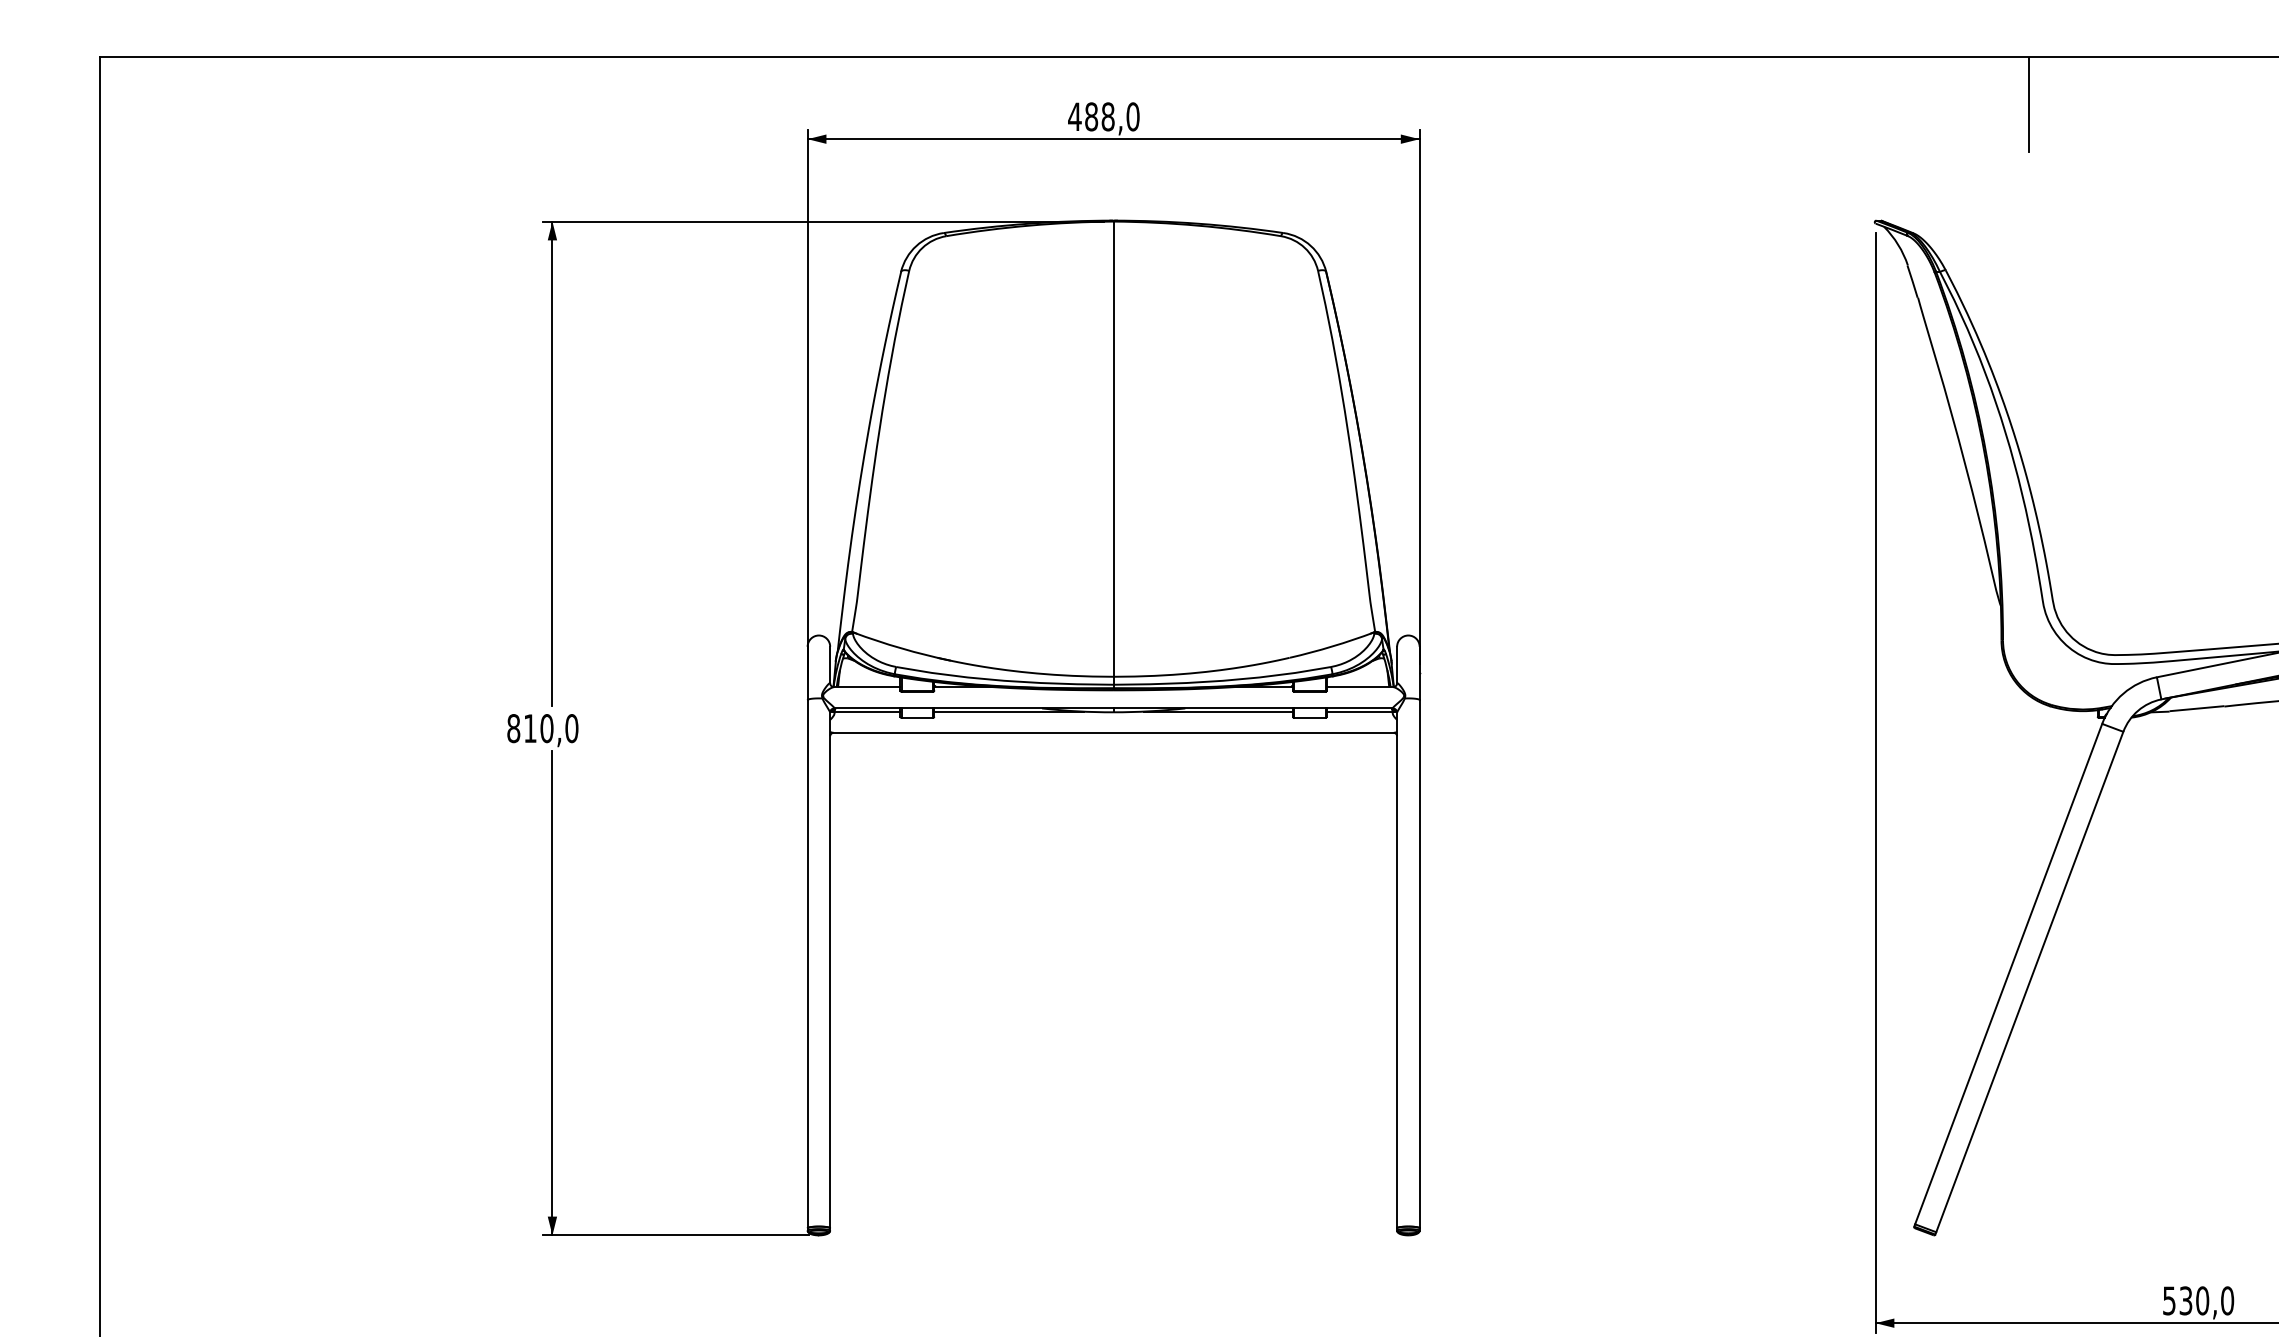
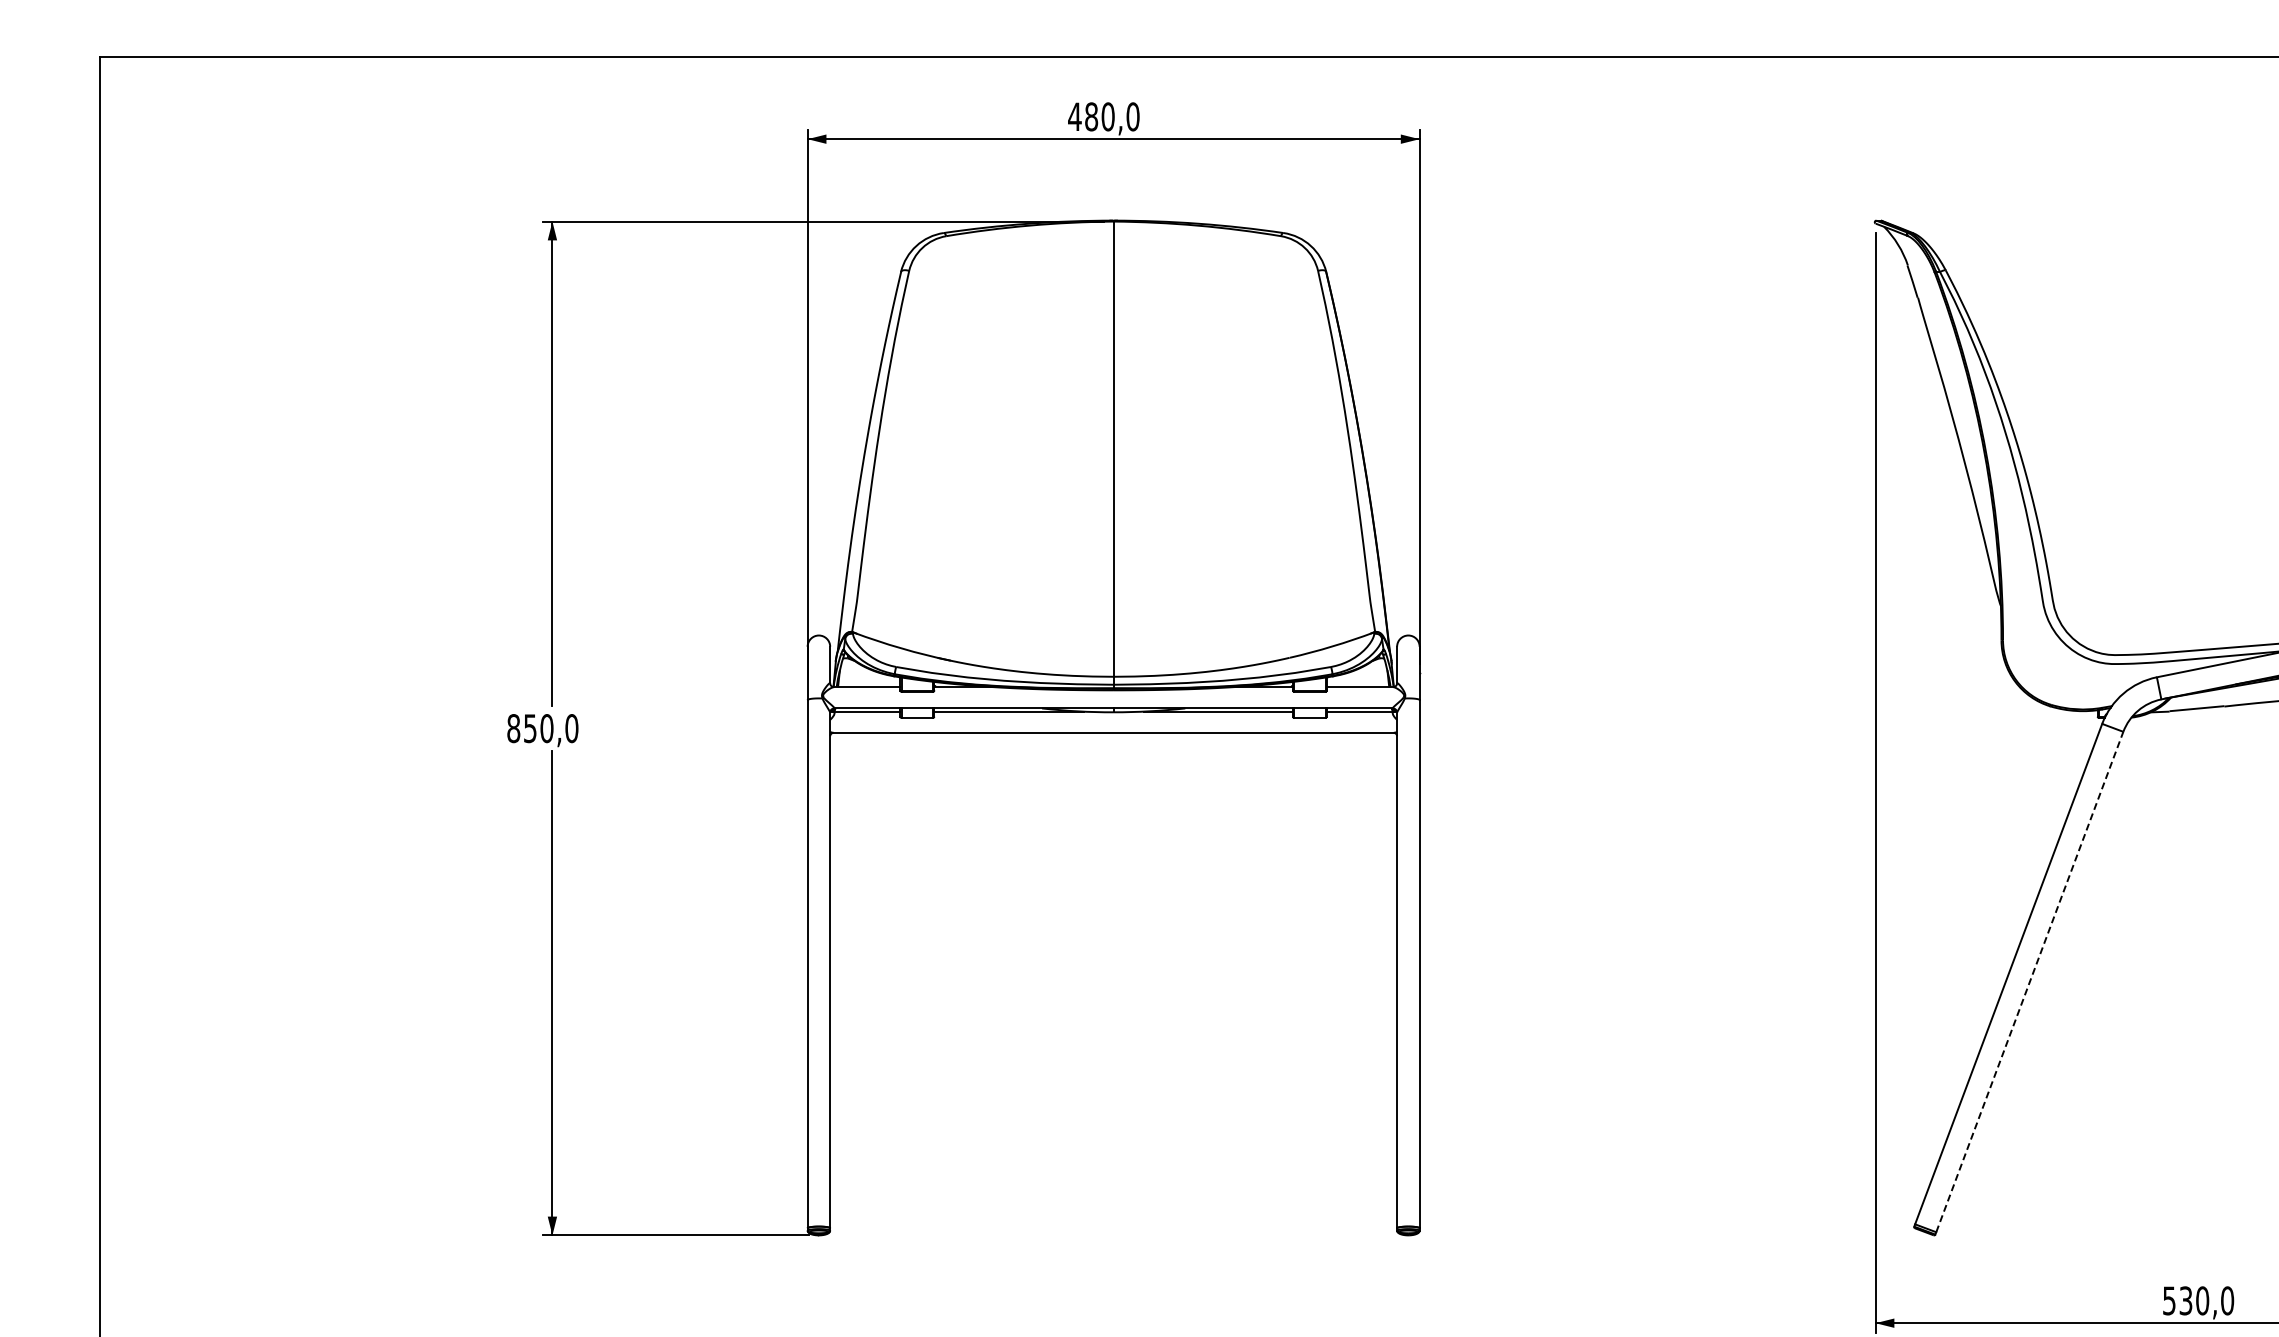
line at (2028, 104): present -> none
text at (1107, 117): 488,0 -> 480,0
text at (530, 728): 810,0 -> 850,0
line at (2029, 981): solid -> dashed
